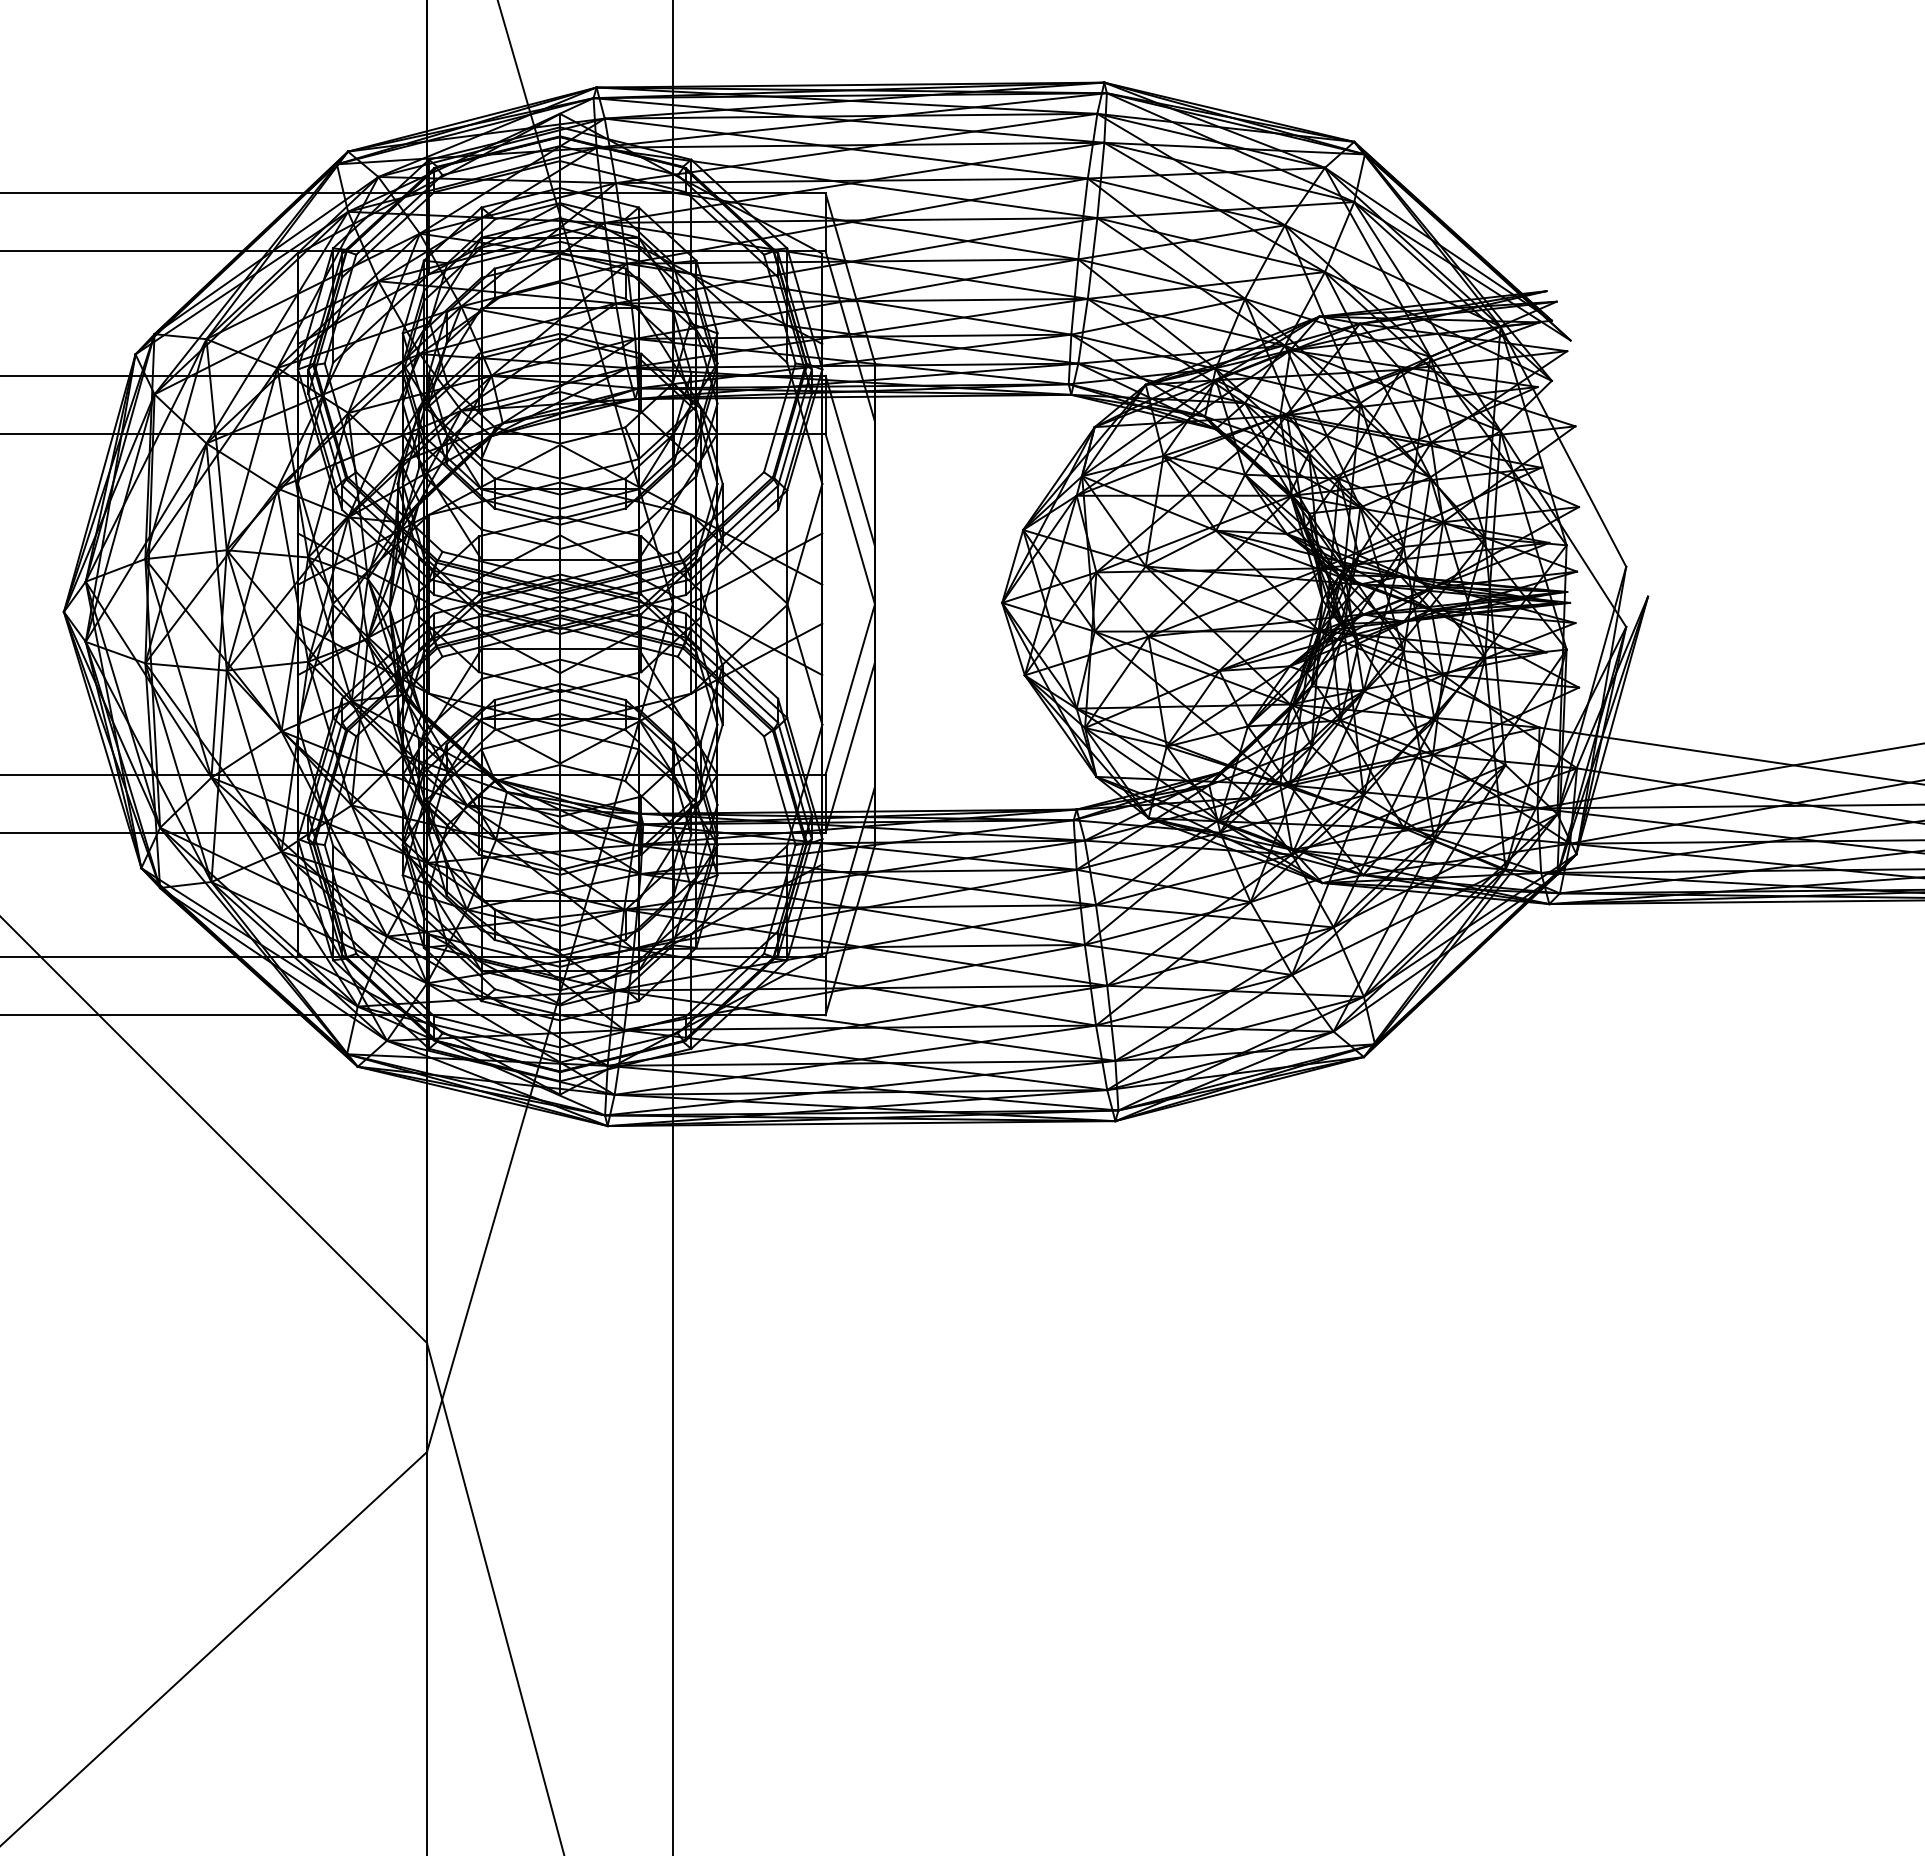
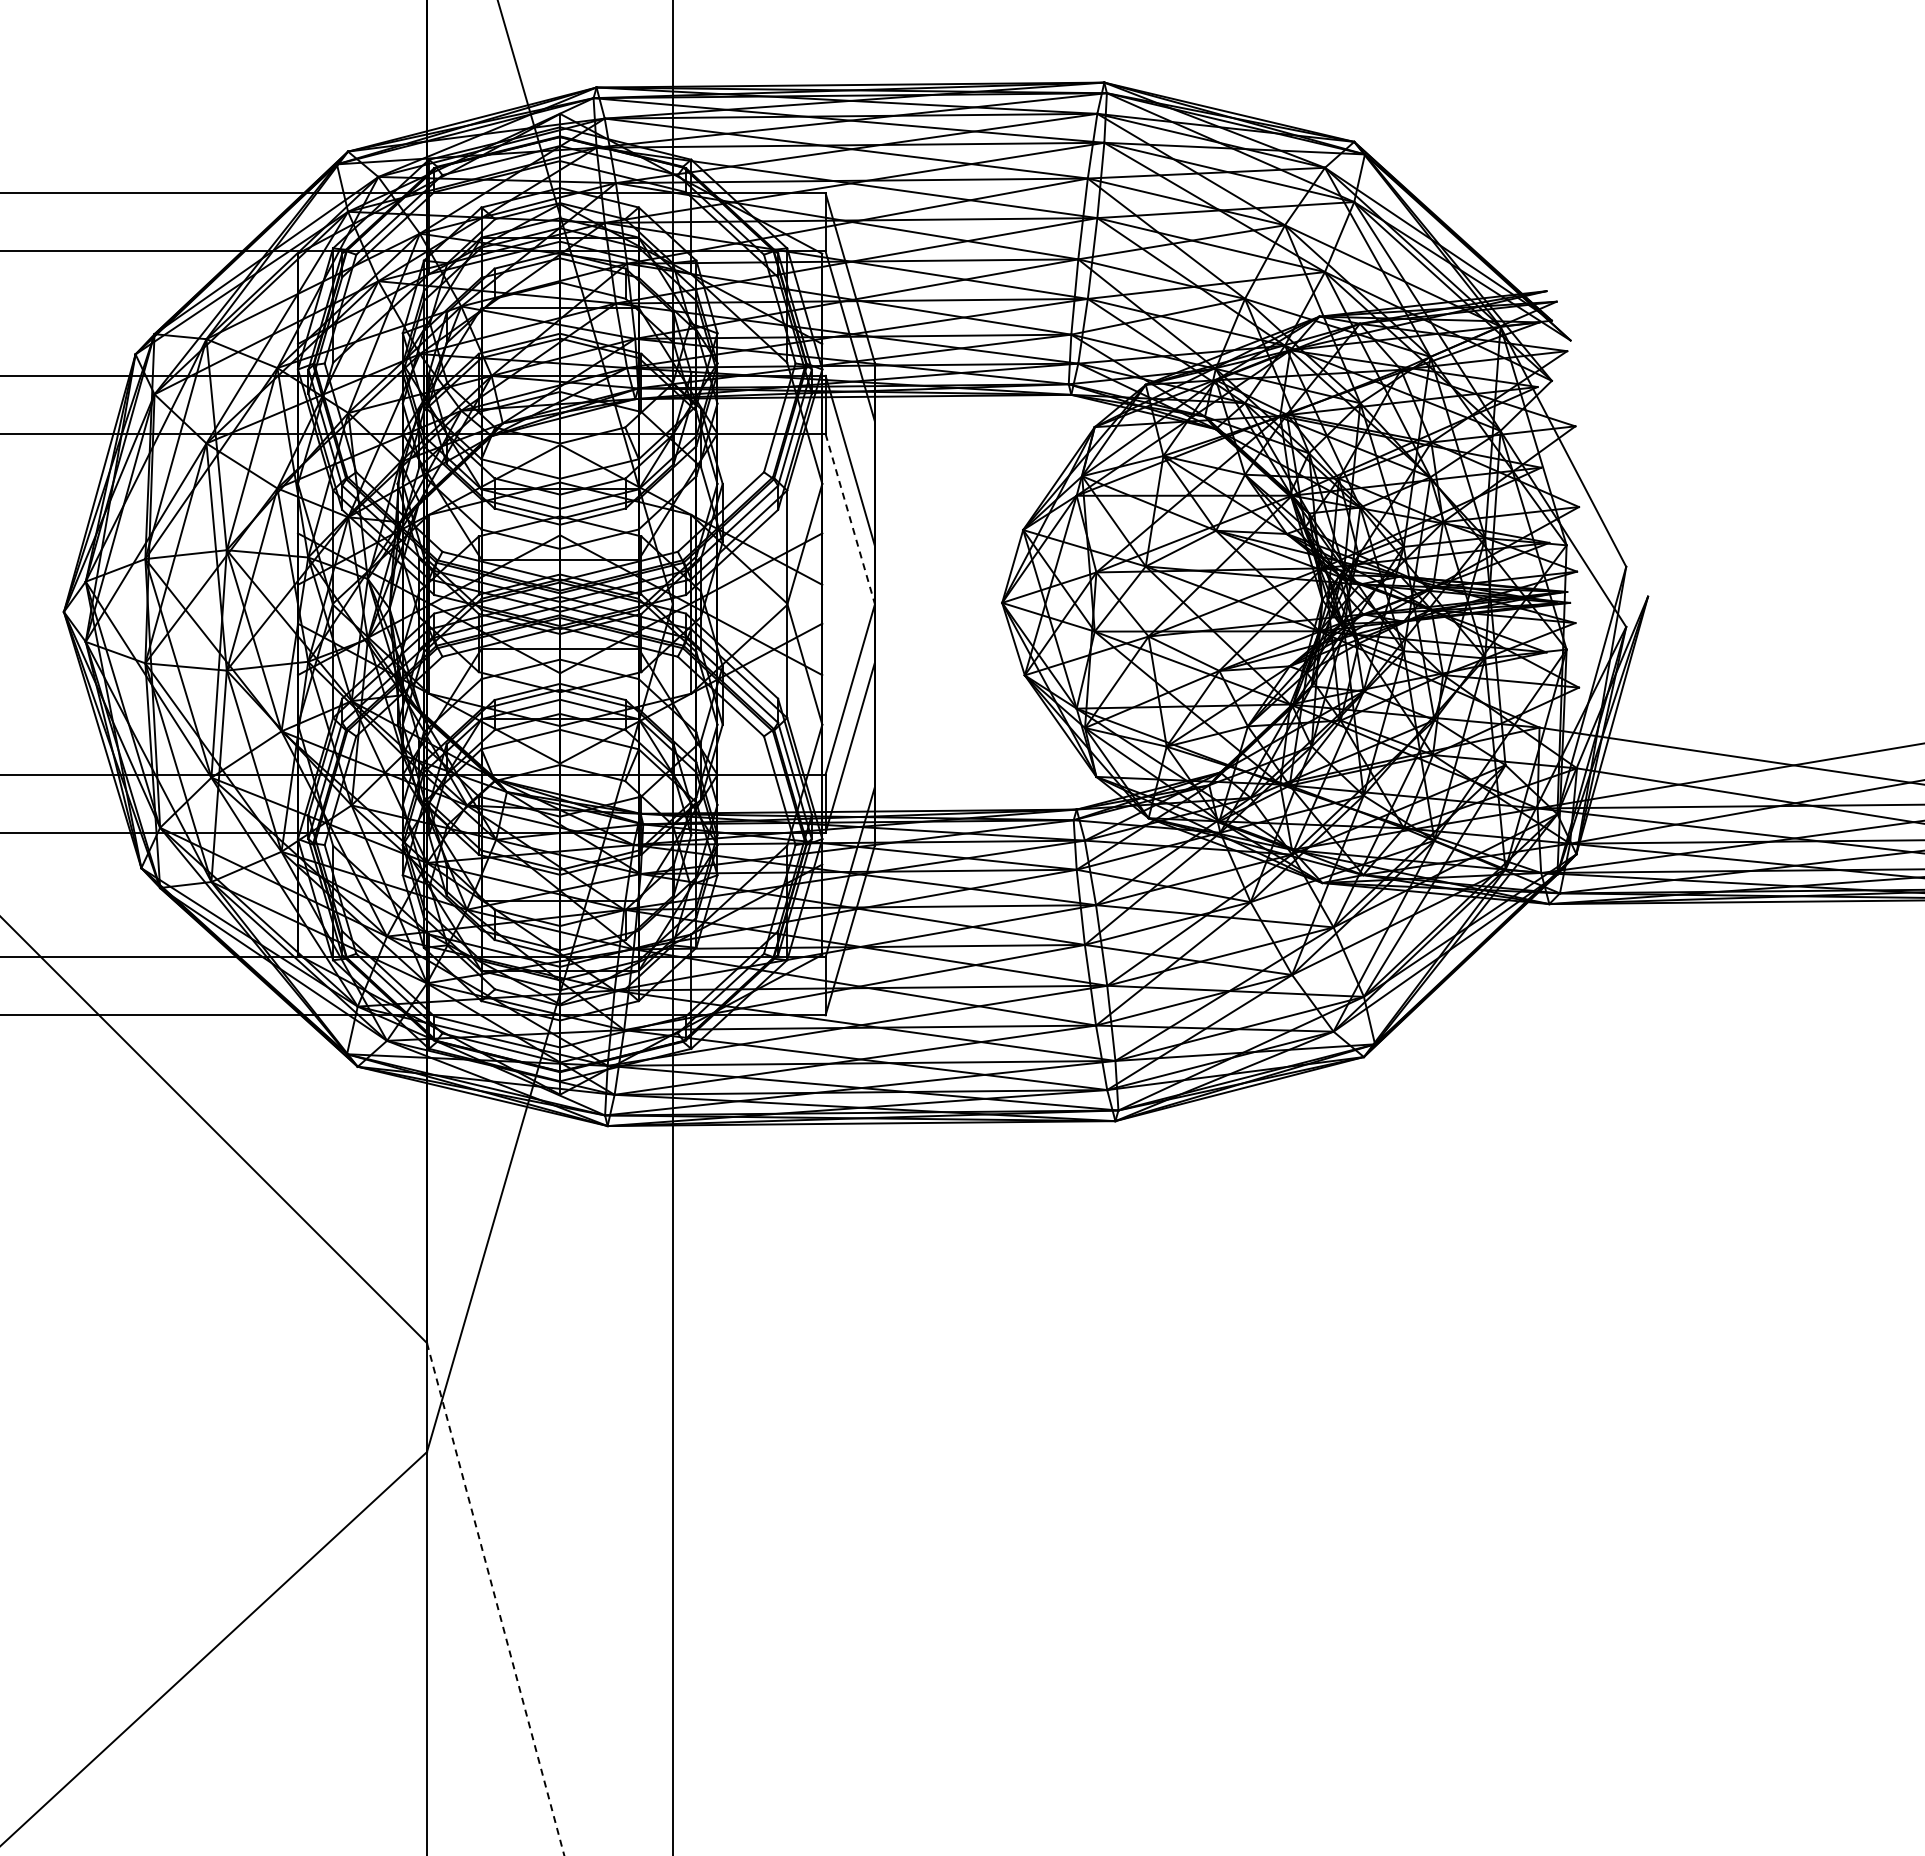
line at (850, 519): solid -> dashed
line at (495, 1599): solid -> dashed
